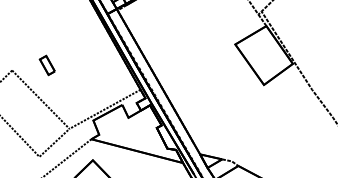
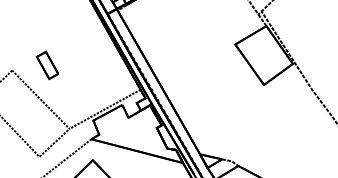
part at (46, 65) size: 18x23 px -> 24x31 px
